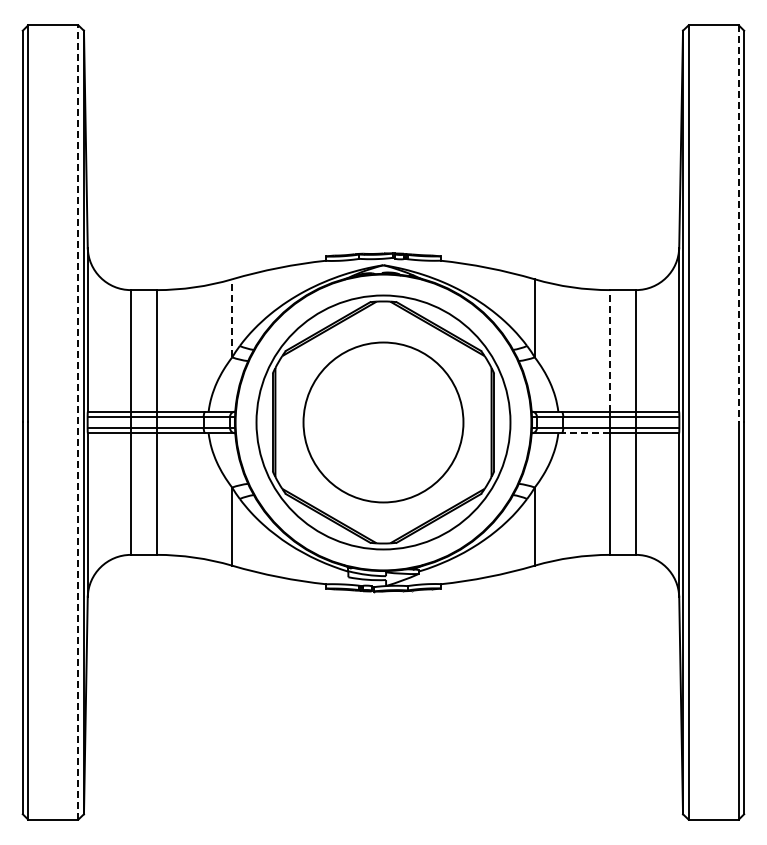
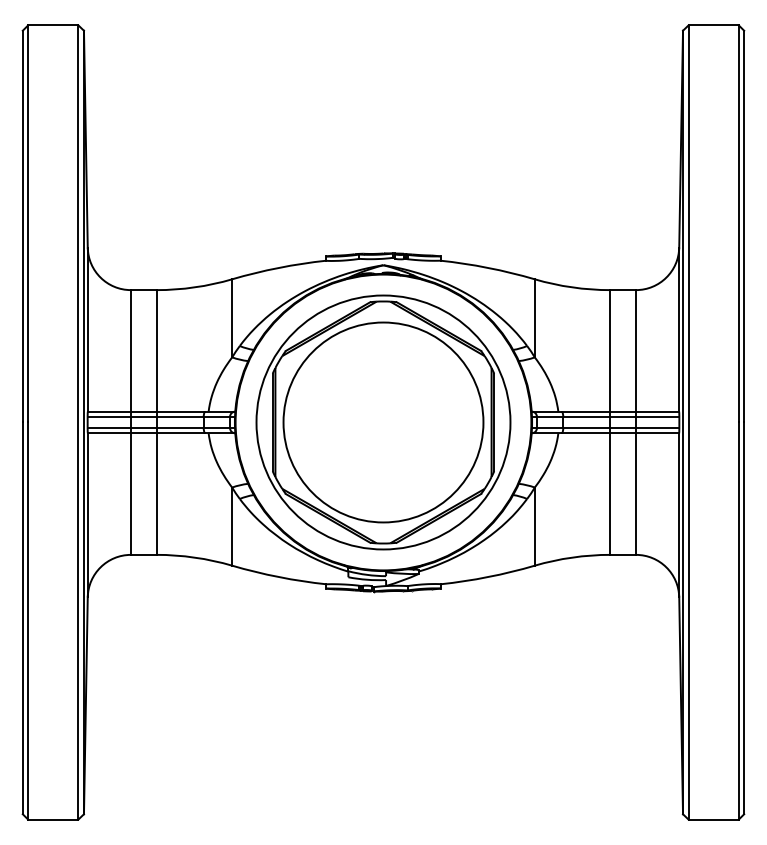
line at (738, 223): dashed -> solid
line at (232, 317): dashed -> solid
line at (610, 350): dashed -> solid
line at (78, 422): dashed -> solid
circle at (383, 422) diameter: 160 px -> 200 px
line at (585, 433): dashed -> solid
